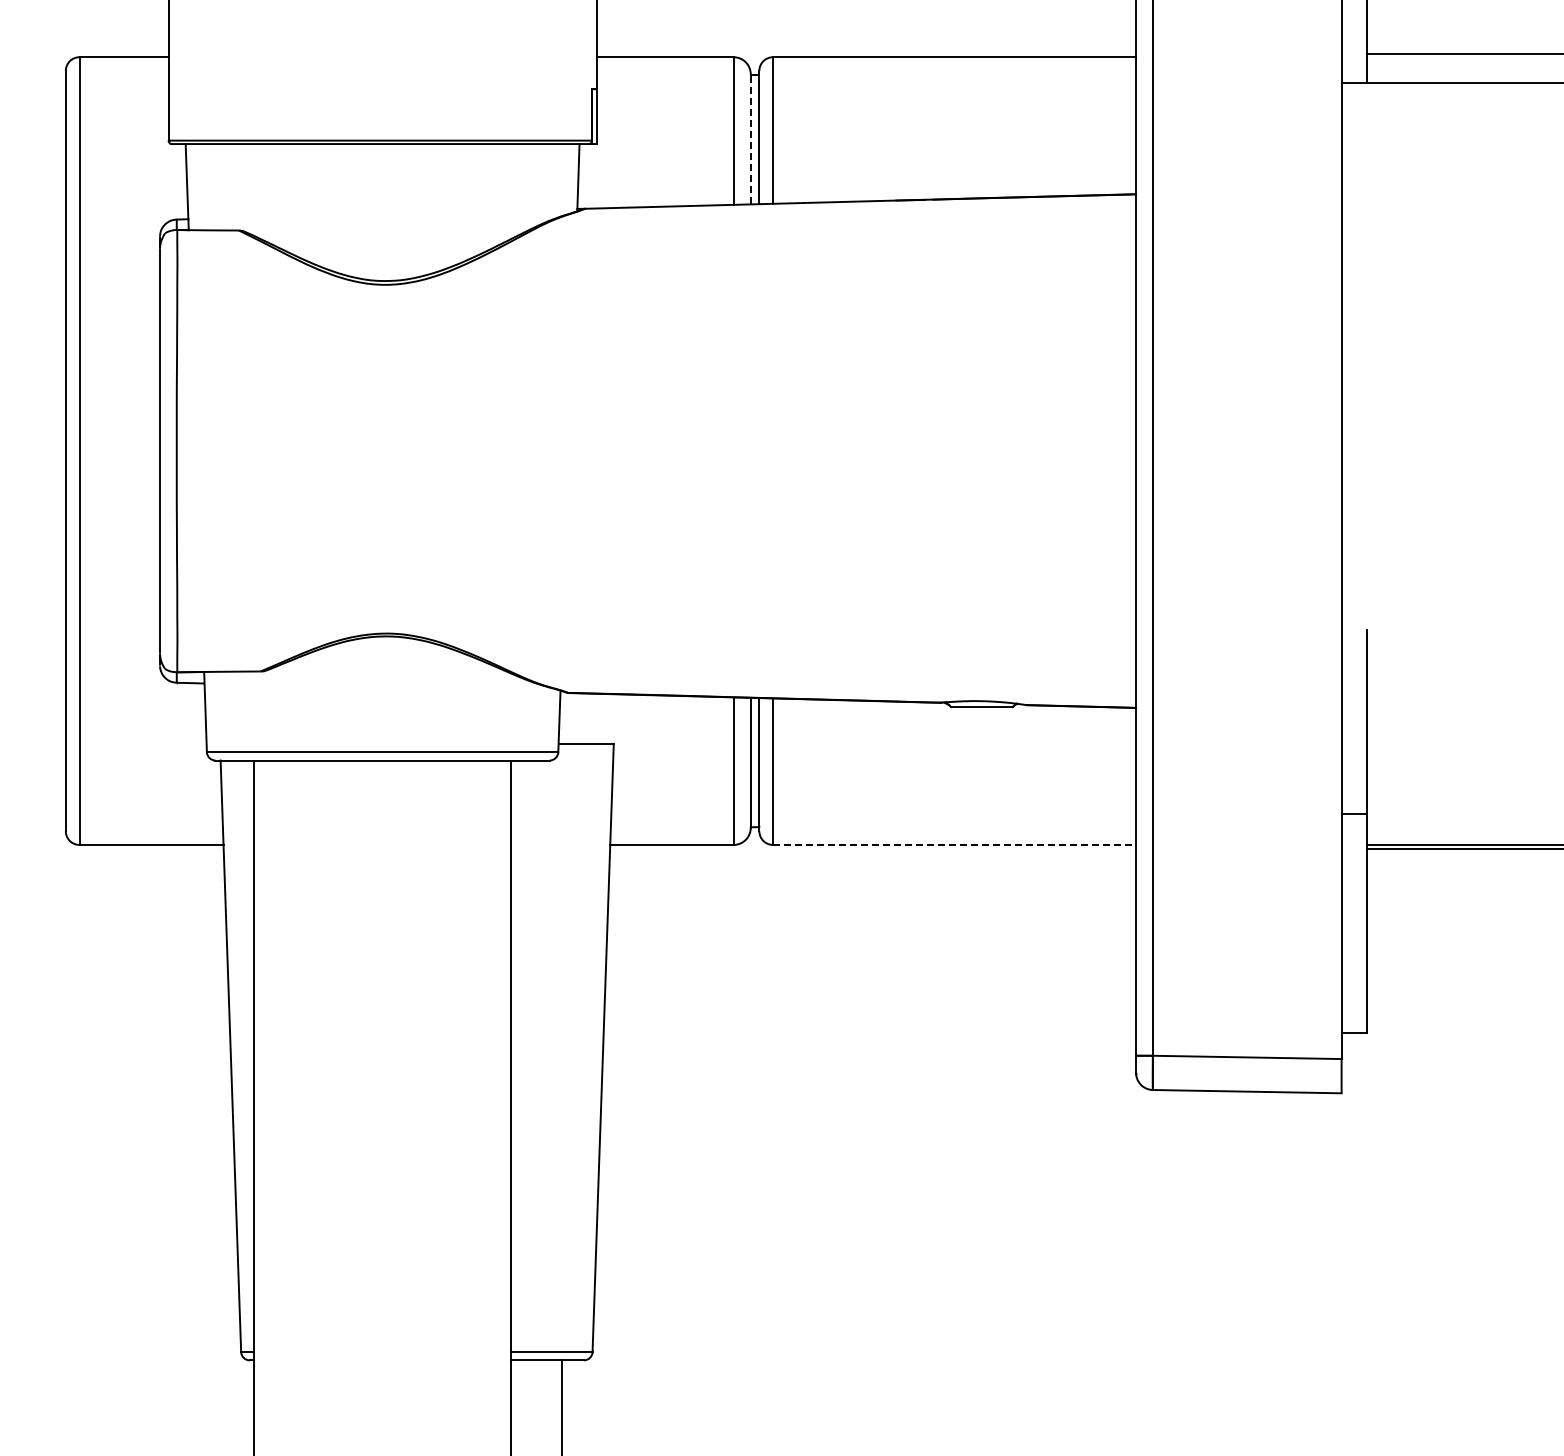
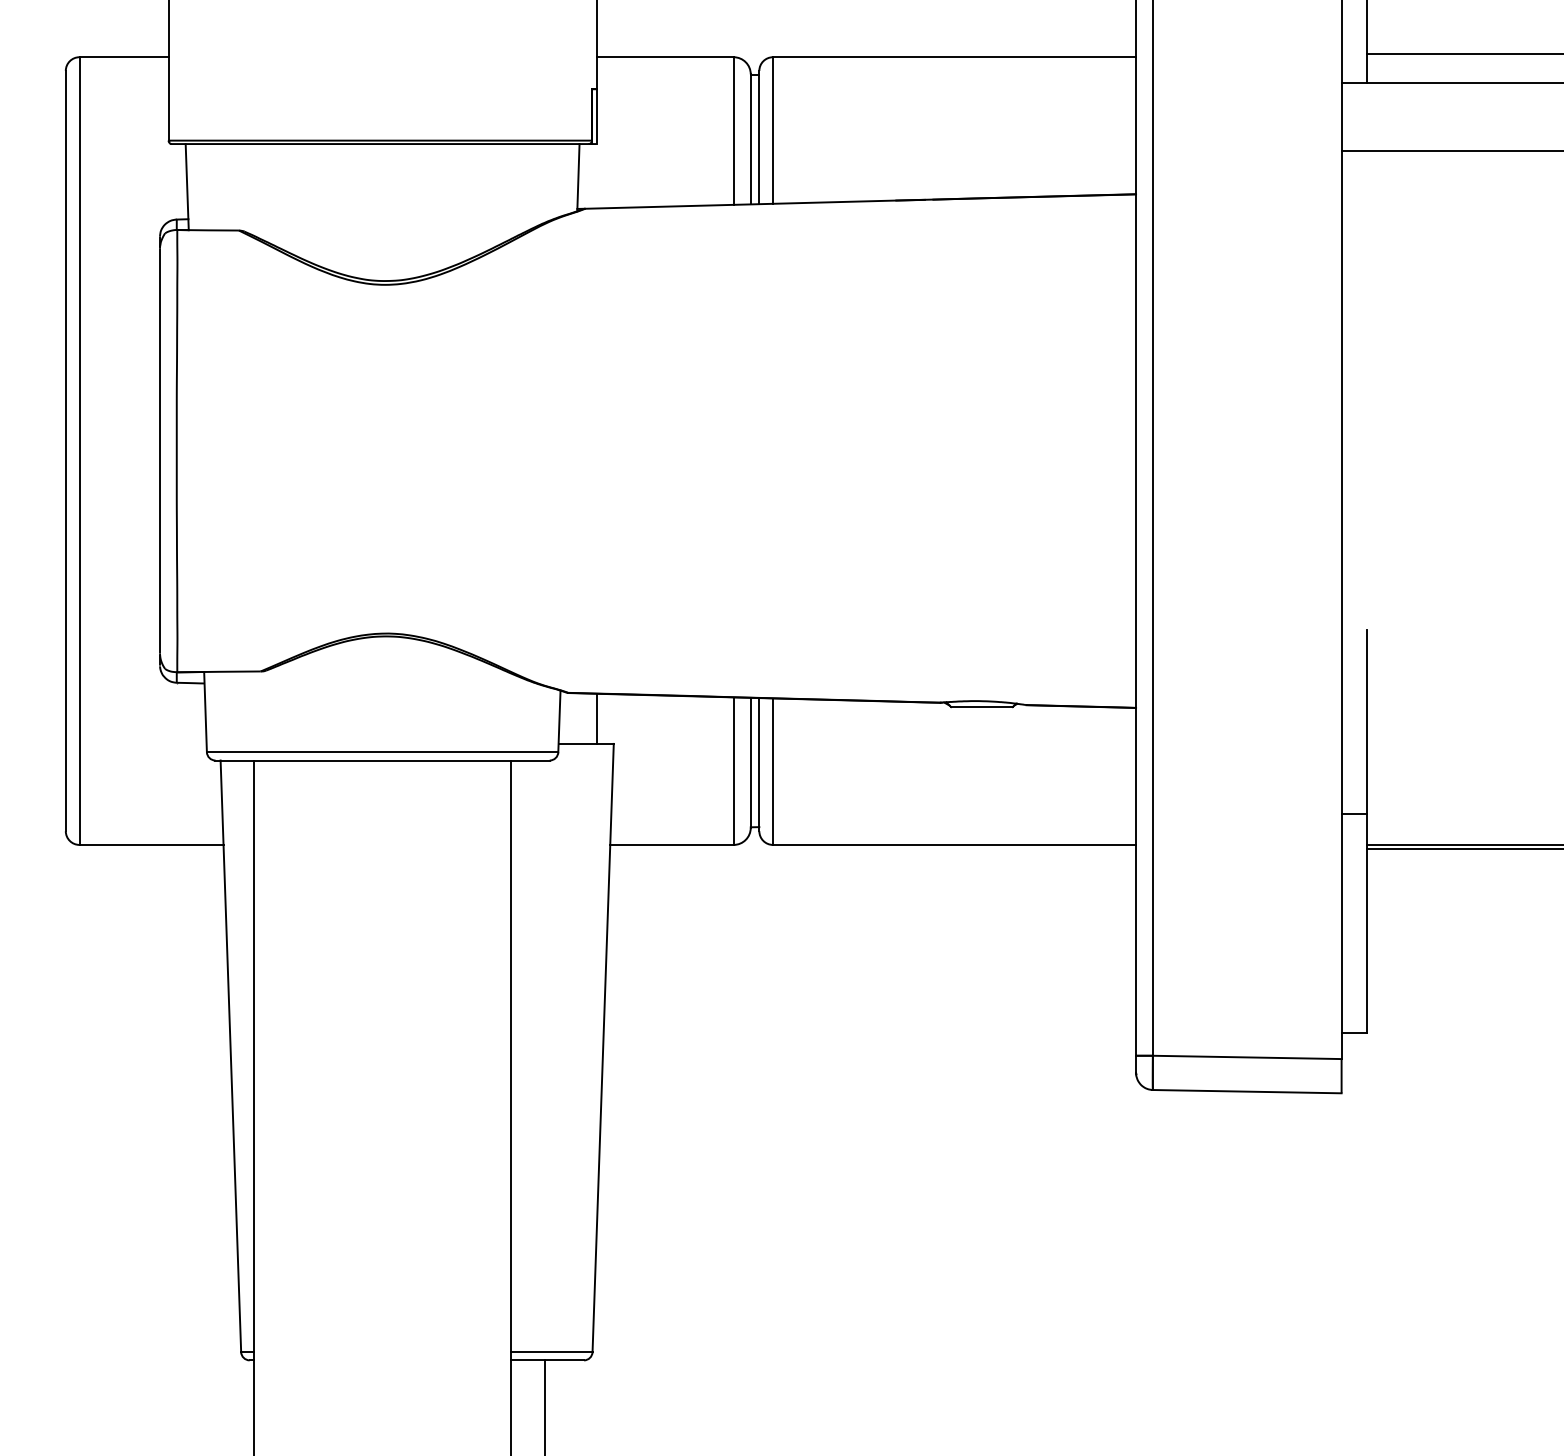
line at (750, 138): dashed -> solid
line at (1450, 151): none -> present
line at (596, 718): none -> present
line at (954, 844): dashed -> solid
line at (562, 1406) position: (562, 1406) -> (545, 1406)
